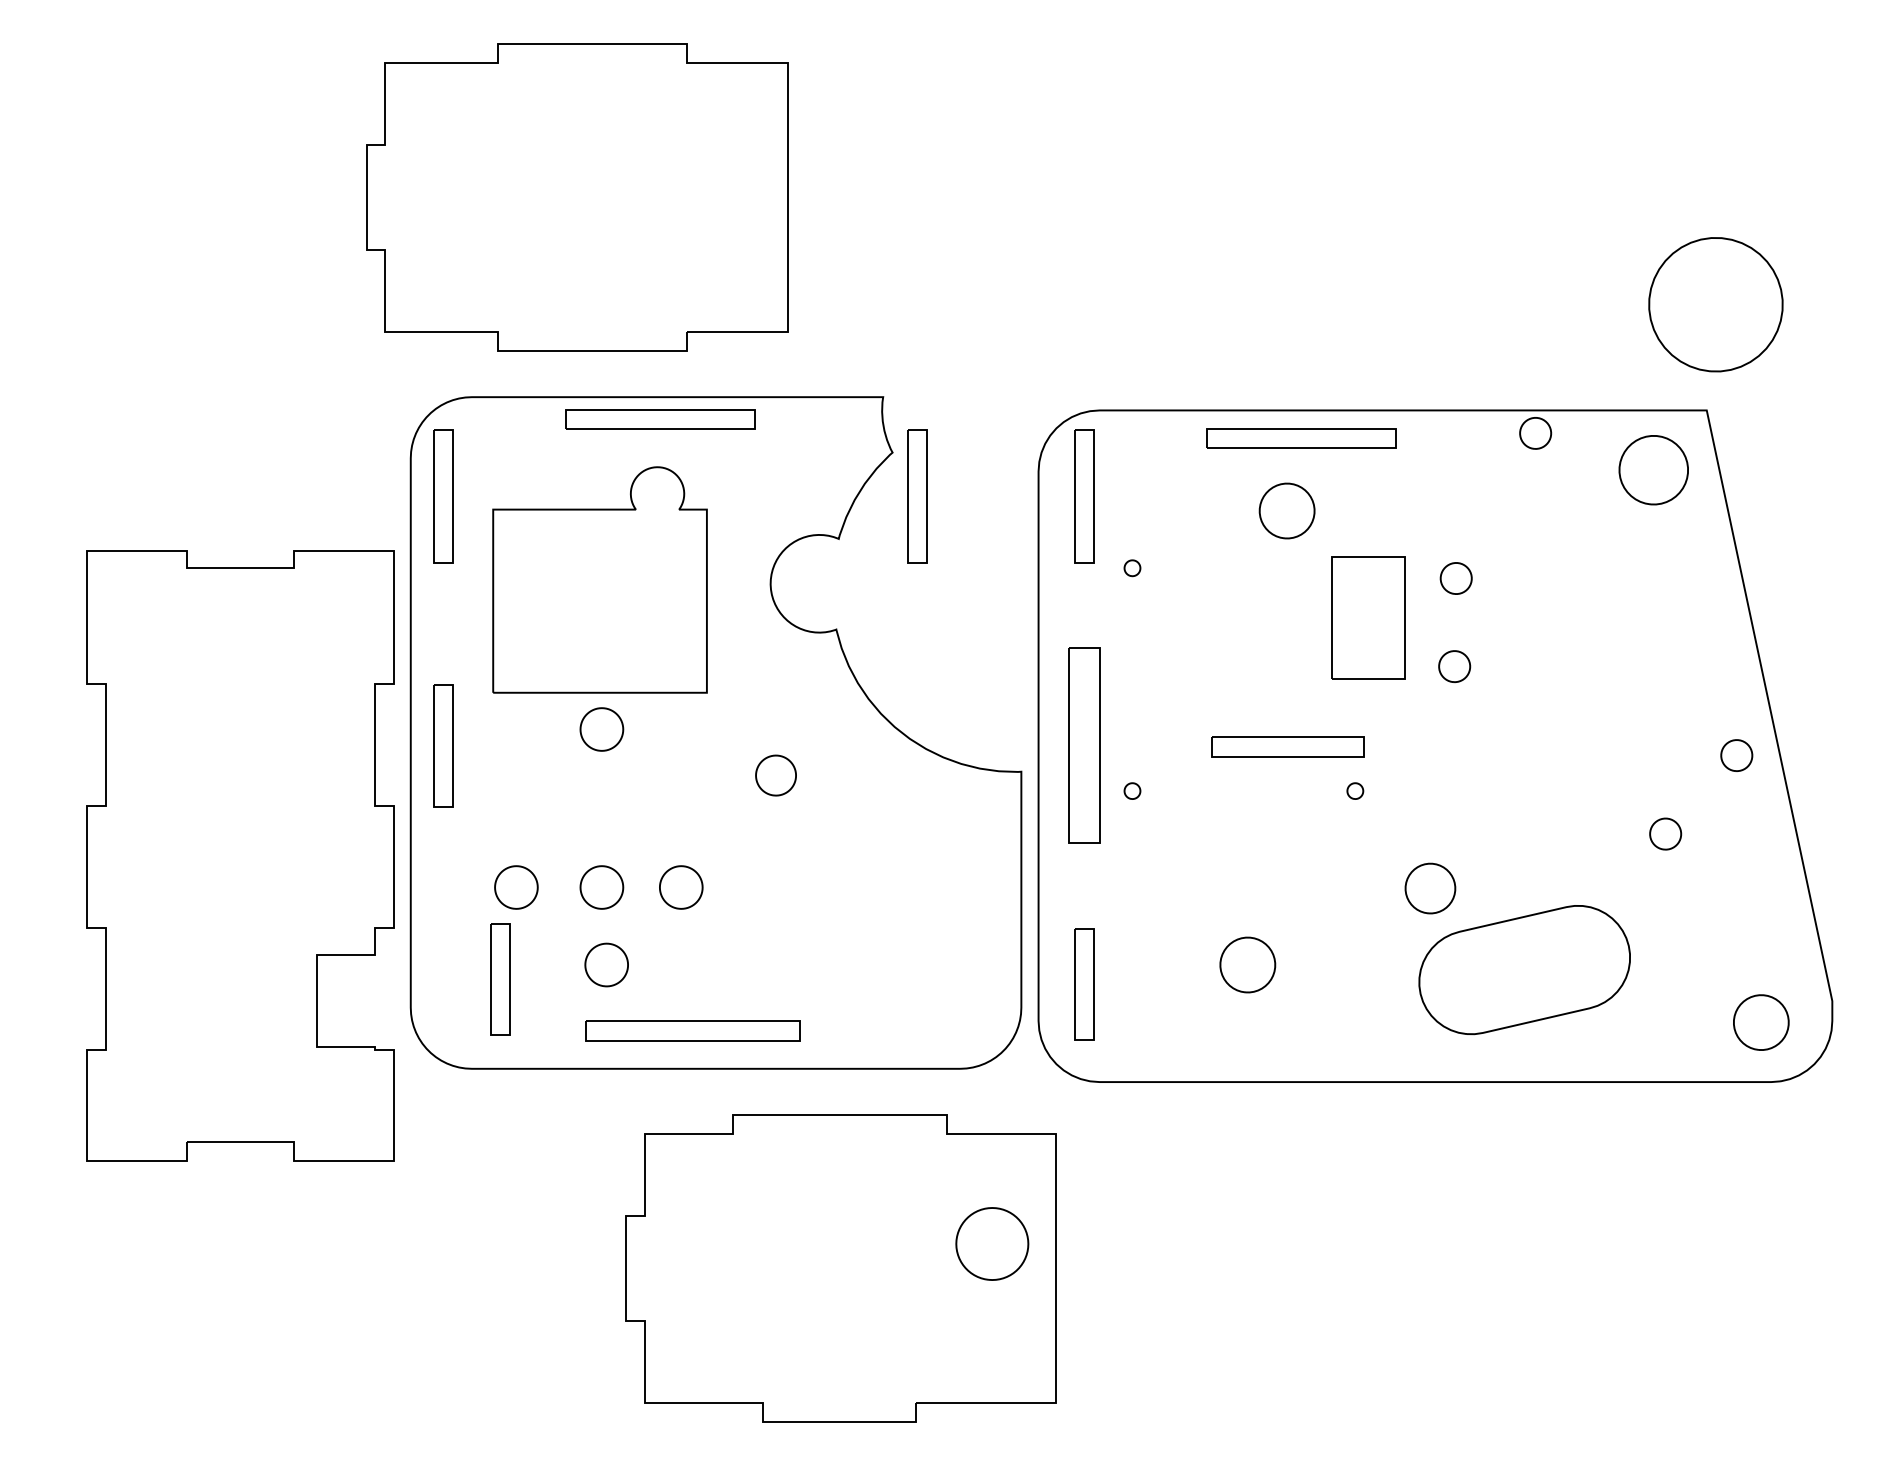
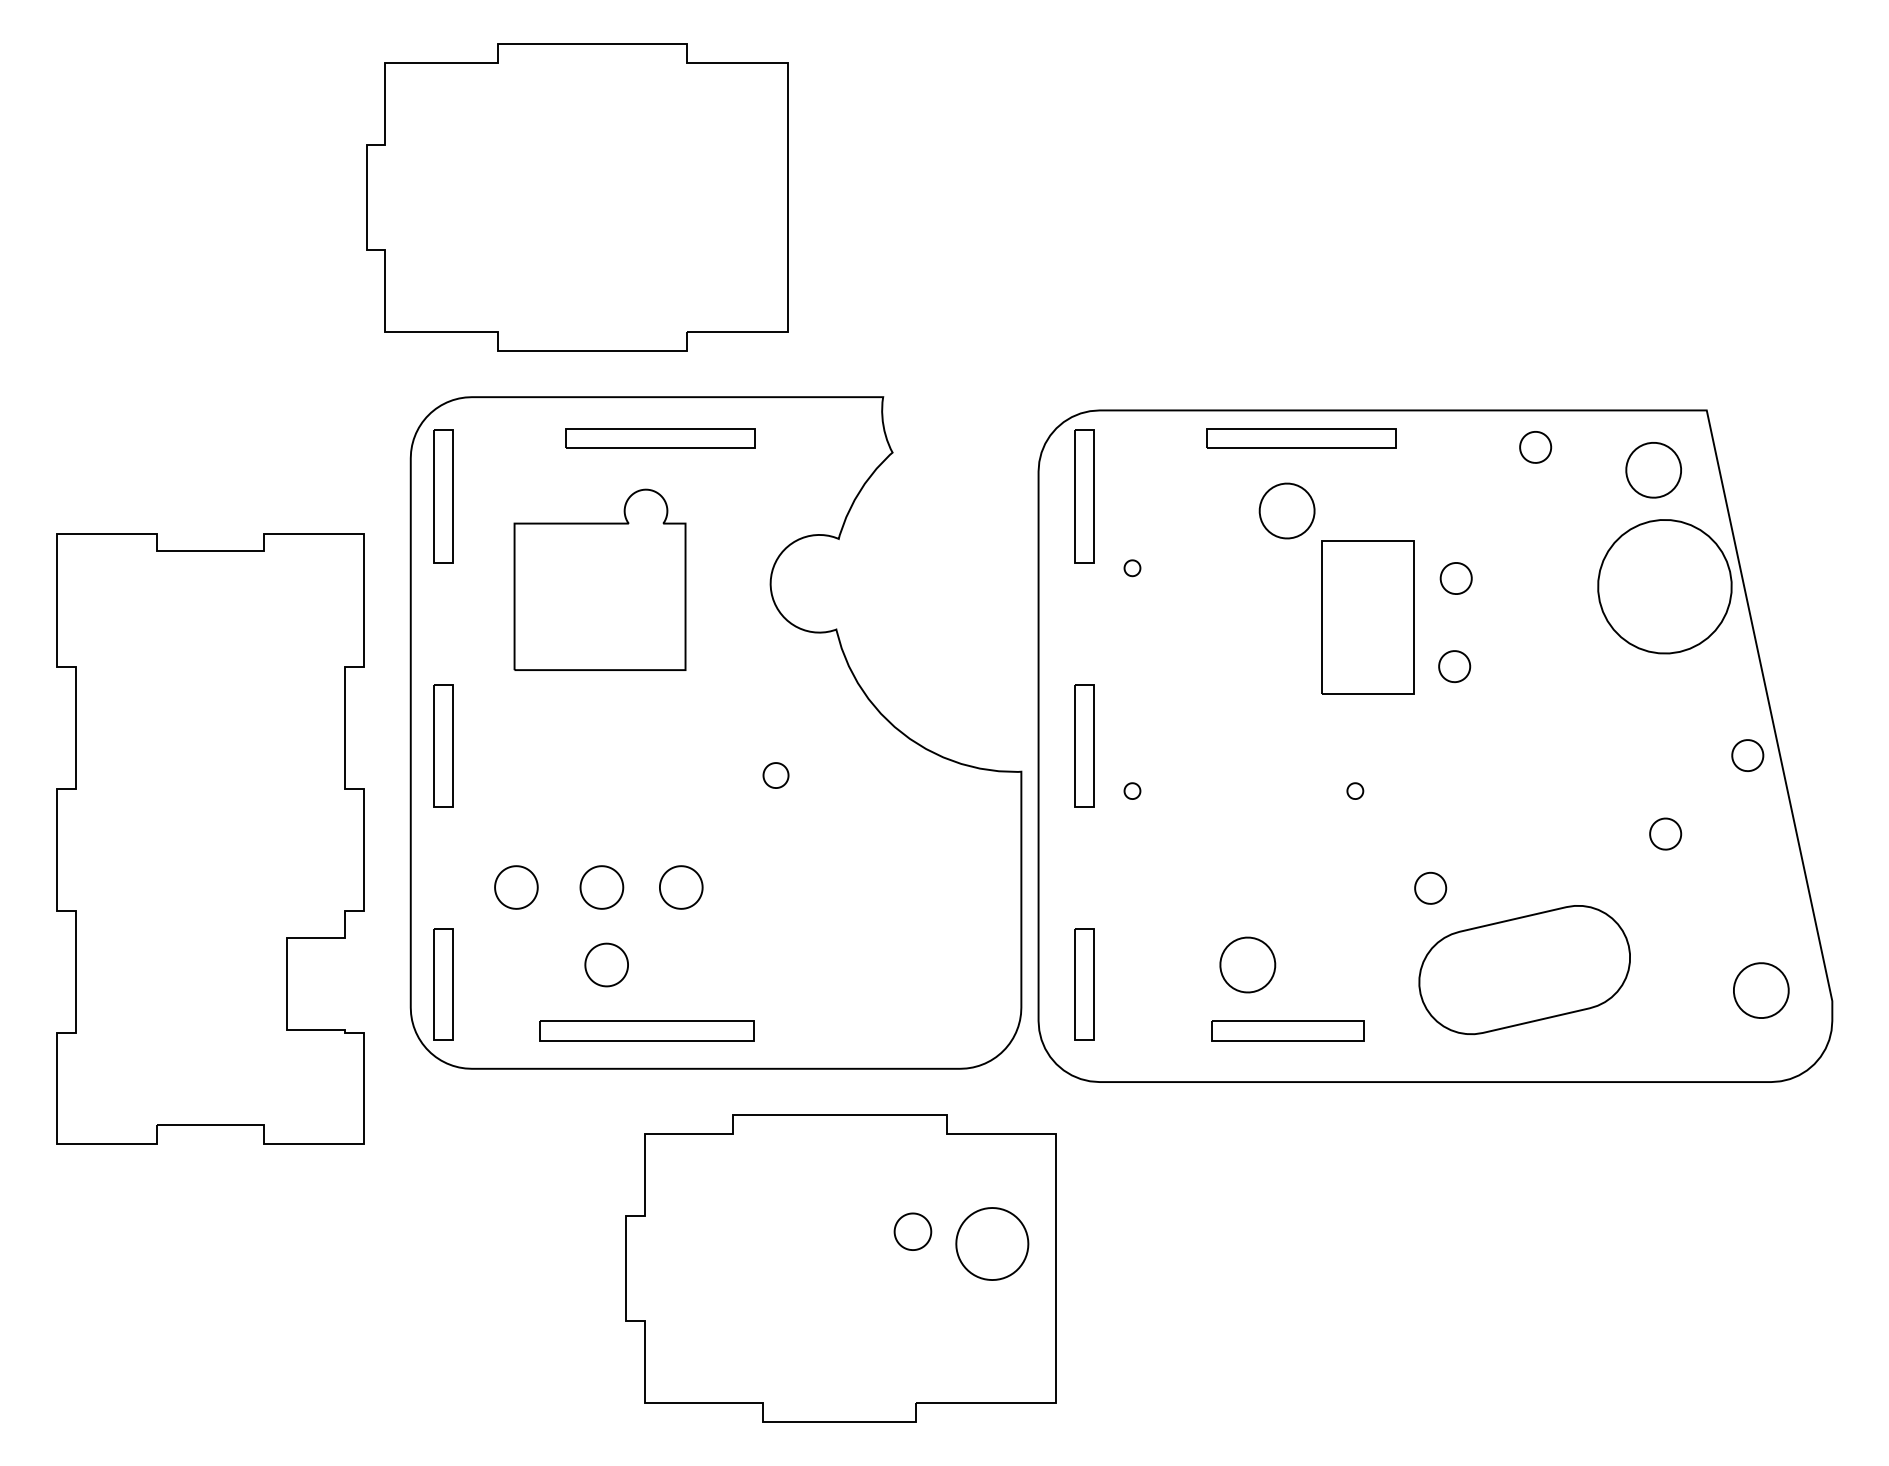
part at (1715, 304) position: (1715, 304) -> (1664, 586)
part at (660, 419) position: (660, 419) -> (660, 438)
part at (1535, 433) position: (1535, 433) -> (1535, 447)
part at (1653, 470) size: 71x71 px -> 57x57 px
part at (917, 496): present -> none
part at (599, 579) size: 216x228 px -> 174x183 px
part at (1368, 617) size: 75x124 px -> 94x155 px
part at (601, 729): present -> none
part at (1084, 745) size: 33x197 px -> 21x124 px
part at (1287, 746) position: (1287, 746) -> (1287, 1030)
part at (1736, 755) position: (1736, 755) -> (1747, 755)
part at (775, 775) size: 42x43 px -> 28x27 px
part at (240, 855) position: (240, 855) -> (210, 838)
part at (1430, 888) size: 53x53 px -> 34x34 px
part at (500, 979) position: (500, 979) -> (443, 984)
part at (1761, 1022) position: (1761, 1022) -> (1761, 990)
part at (692, 1030) position: (692, 1030) -> (646, 1030)
part at (912, 1231): none -> present
